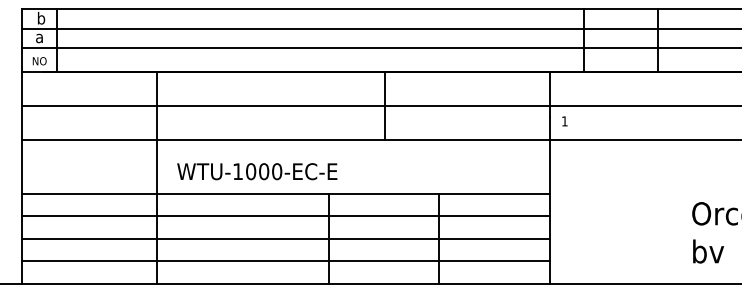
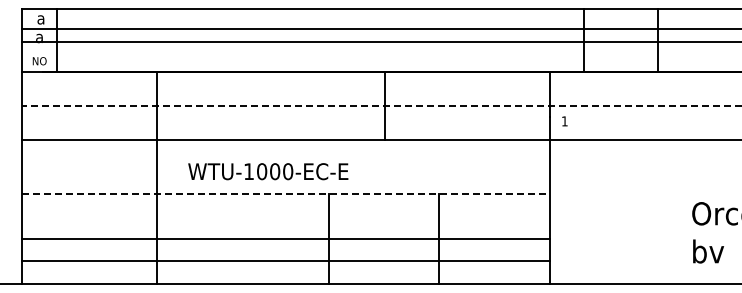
text at (41, 17): b -> a
line at (380, 48) position: (380, 48) -> (380, 42)
line at (382, 105): solid -> dashed
text at (257, 171) position: (257, 171) -> (268, 171)
line at (286, 193): solid -> dashed
line at (285, 216): present -> none
